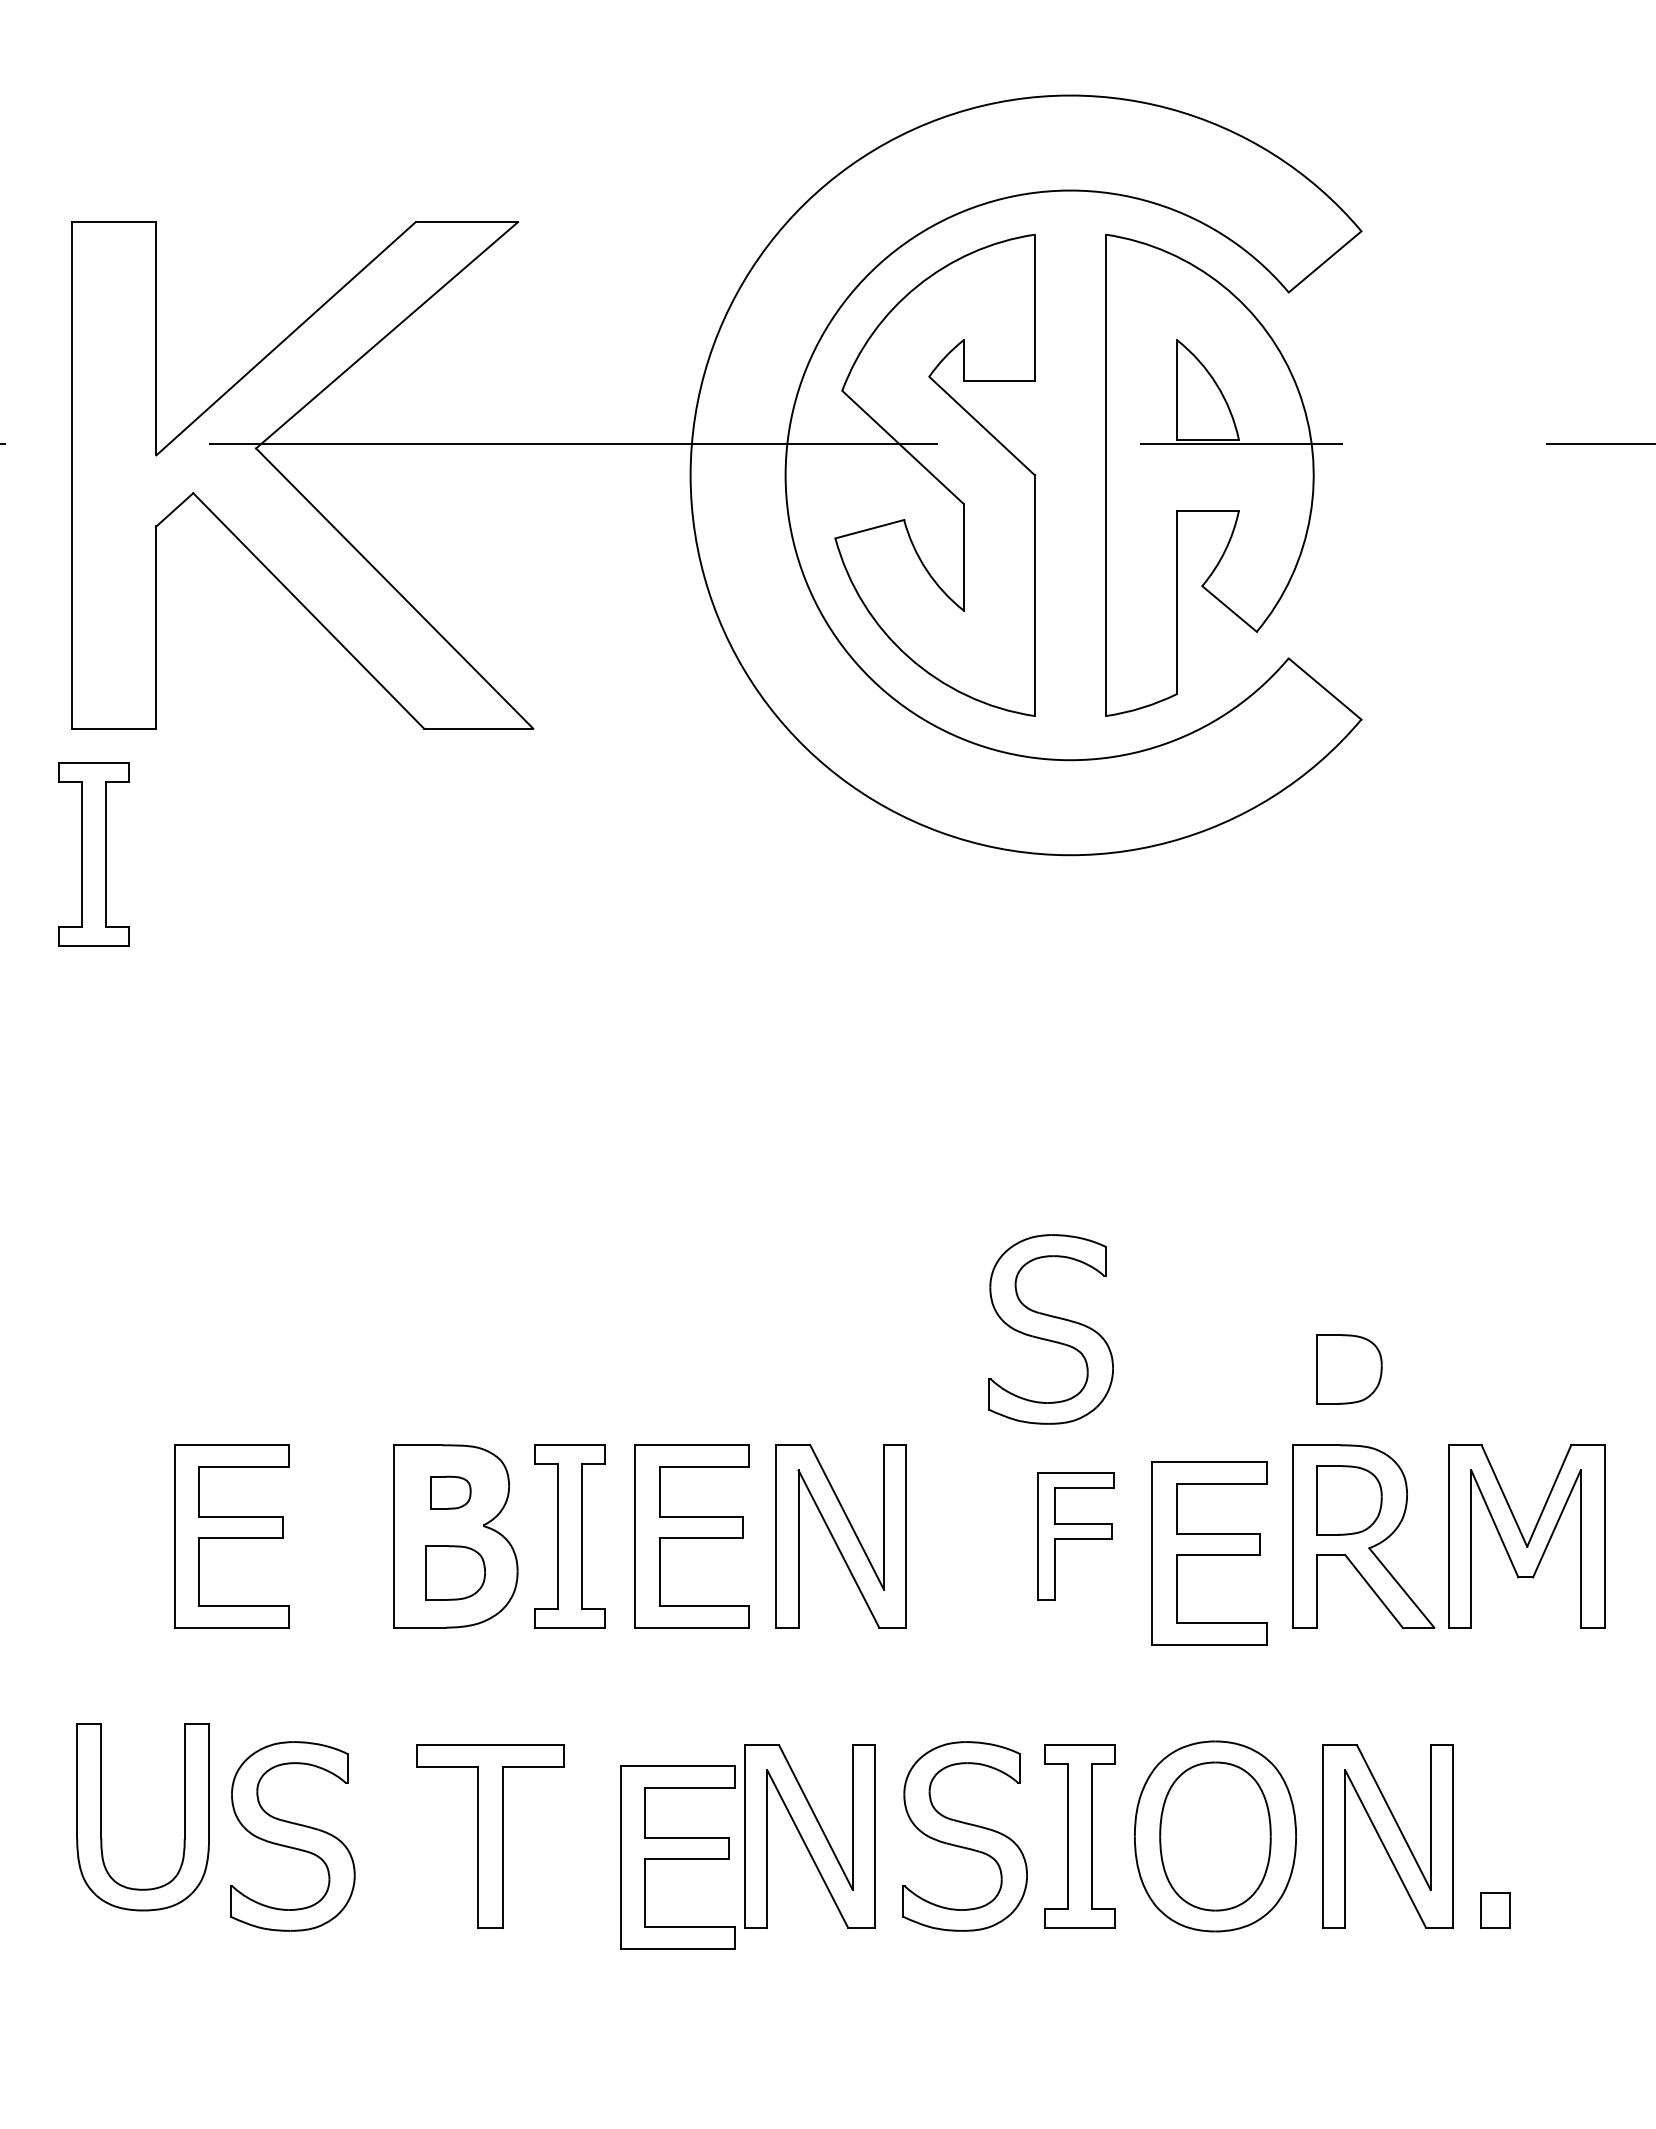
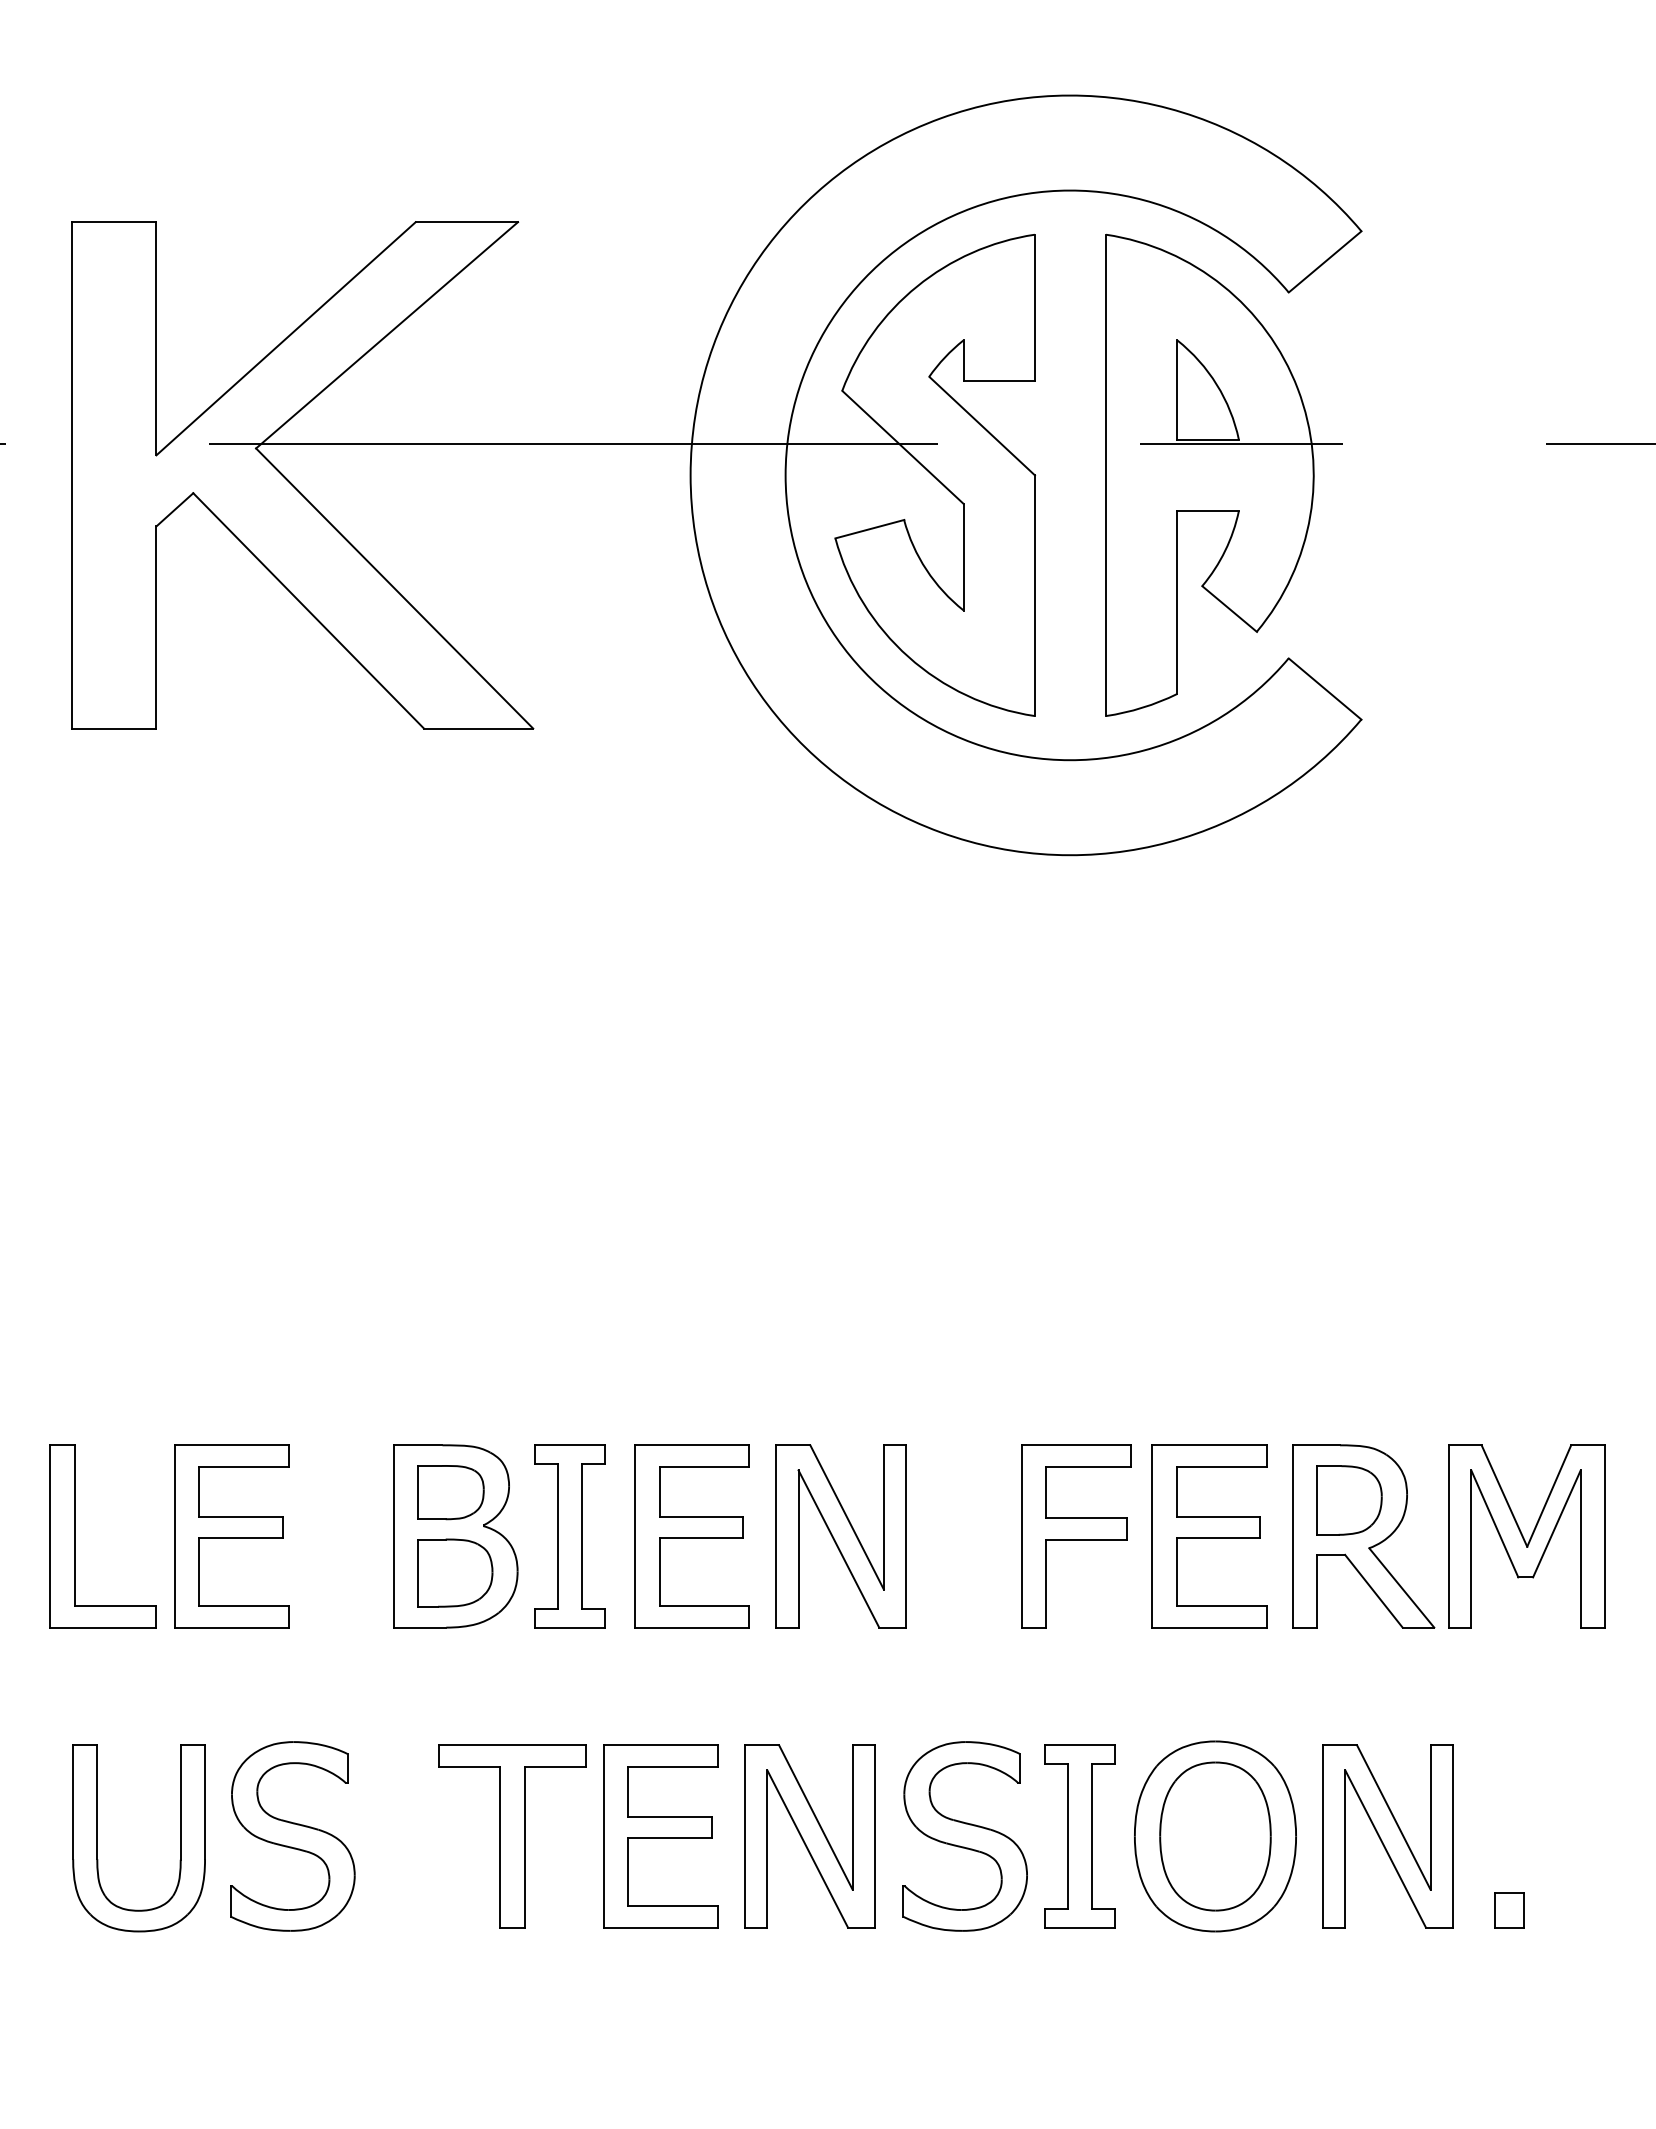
part at (93, 854): present -> none
part at (1050, 1329): present -> none
part at (1349, 1369): present -> none
part at (450, 1492) size: 42x35 px -> 68x56 px
part at (75, 1536): none -> present
part at (1075, 1536) size: 78x129 px -> 111x185 px
part at (1209, 1553) position: (1209, 1553) -> (1209, 1536)
part at (455, 1572) size: 61x56 px -> 77x70 px
part at (101, 1817) position: (101, 1817) -> (97, 1838)
part at (490, 1836) position: (490, 1836) -> (512, 1836)
part at (677, 1857) position: (677, 1857) -> (660, 1836)
part at (1495, 1910) position: (1495, 1910) -> (1509, 1910)
